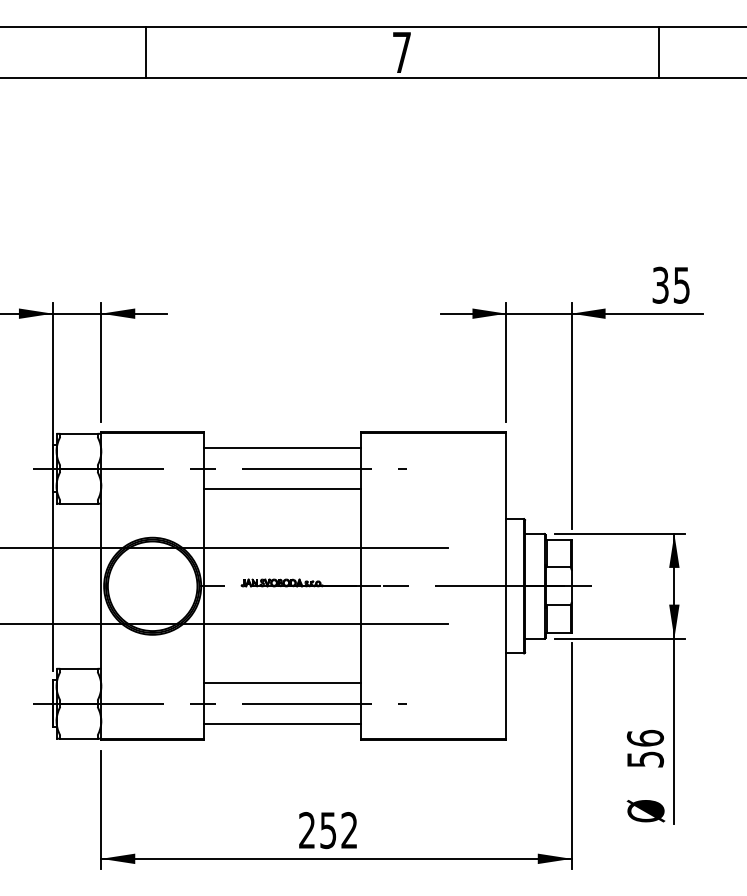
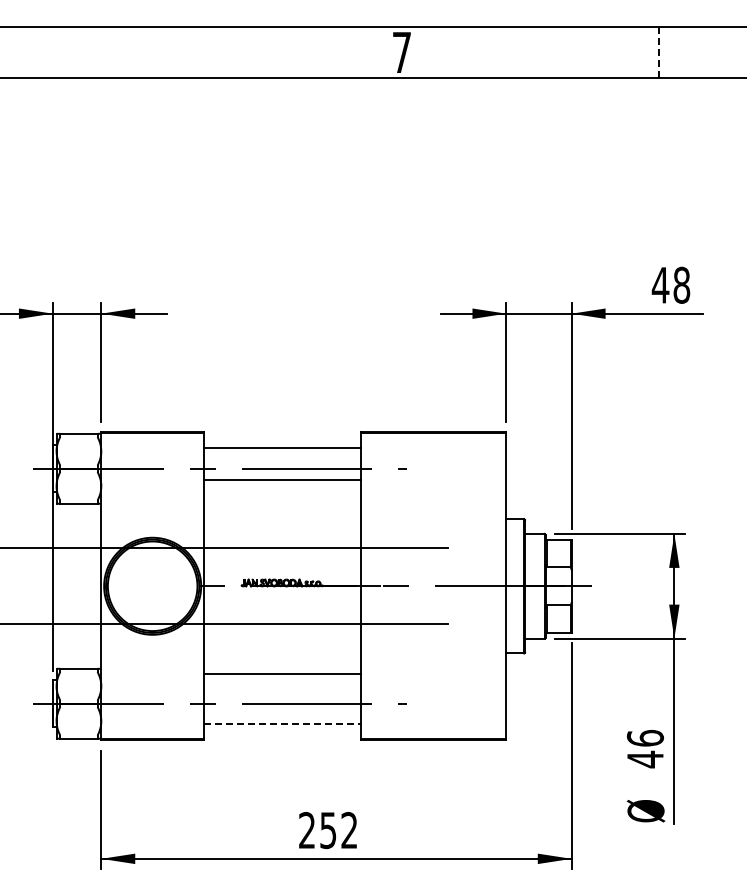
line at (145, 52): present -> none
line at (659, 52): solid -> dashed
text at (670, 284): 35 -> 48
line at (282, 489) position: (282, 489) -> (282, 480)
line at (282, 683) position: (282, 683) -> (282, 674)
line at (282, 724): solid -> dashed
text at (645, 759): 56 -> 46
